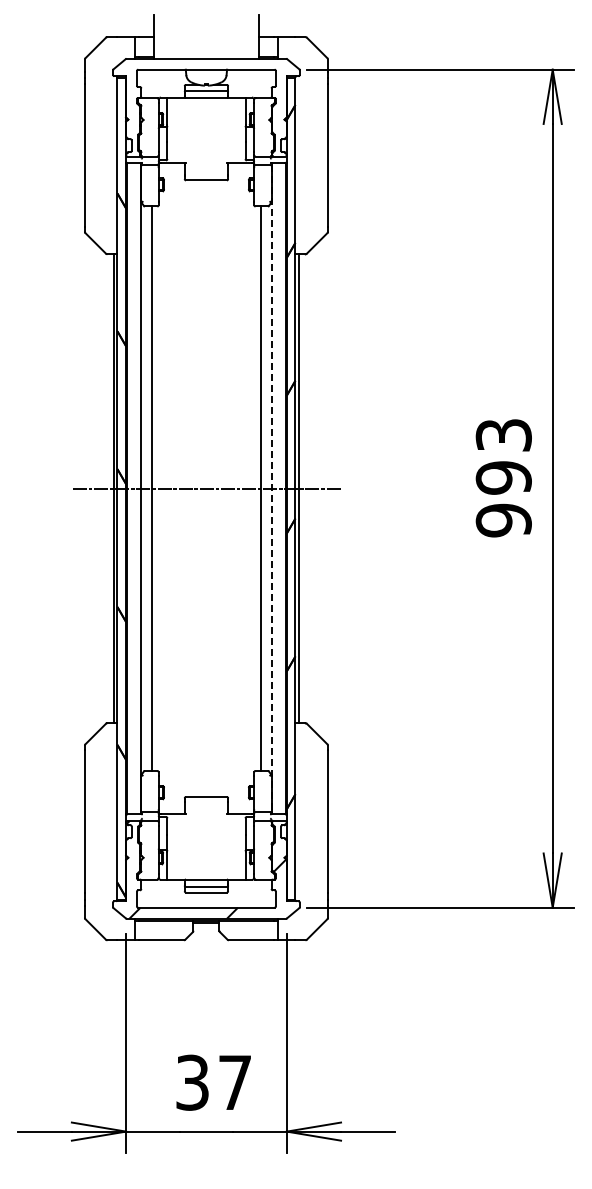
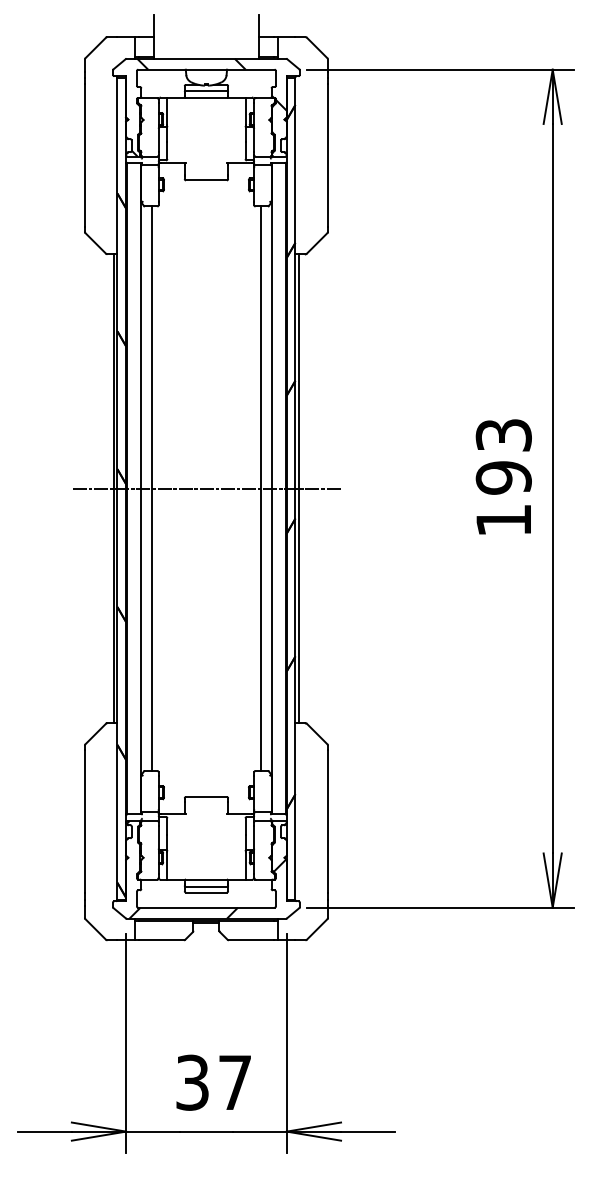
hatch at (208, 107): none -> present
line at (271, 489): dashed -> solid
text at (503, 520): 993 -> 193
